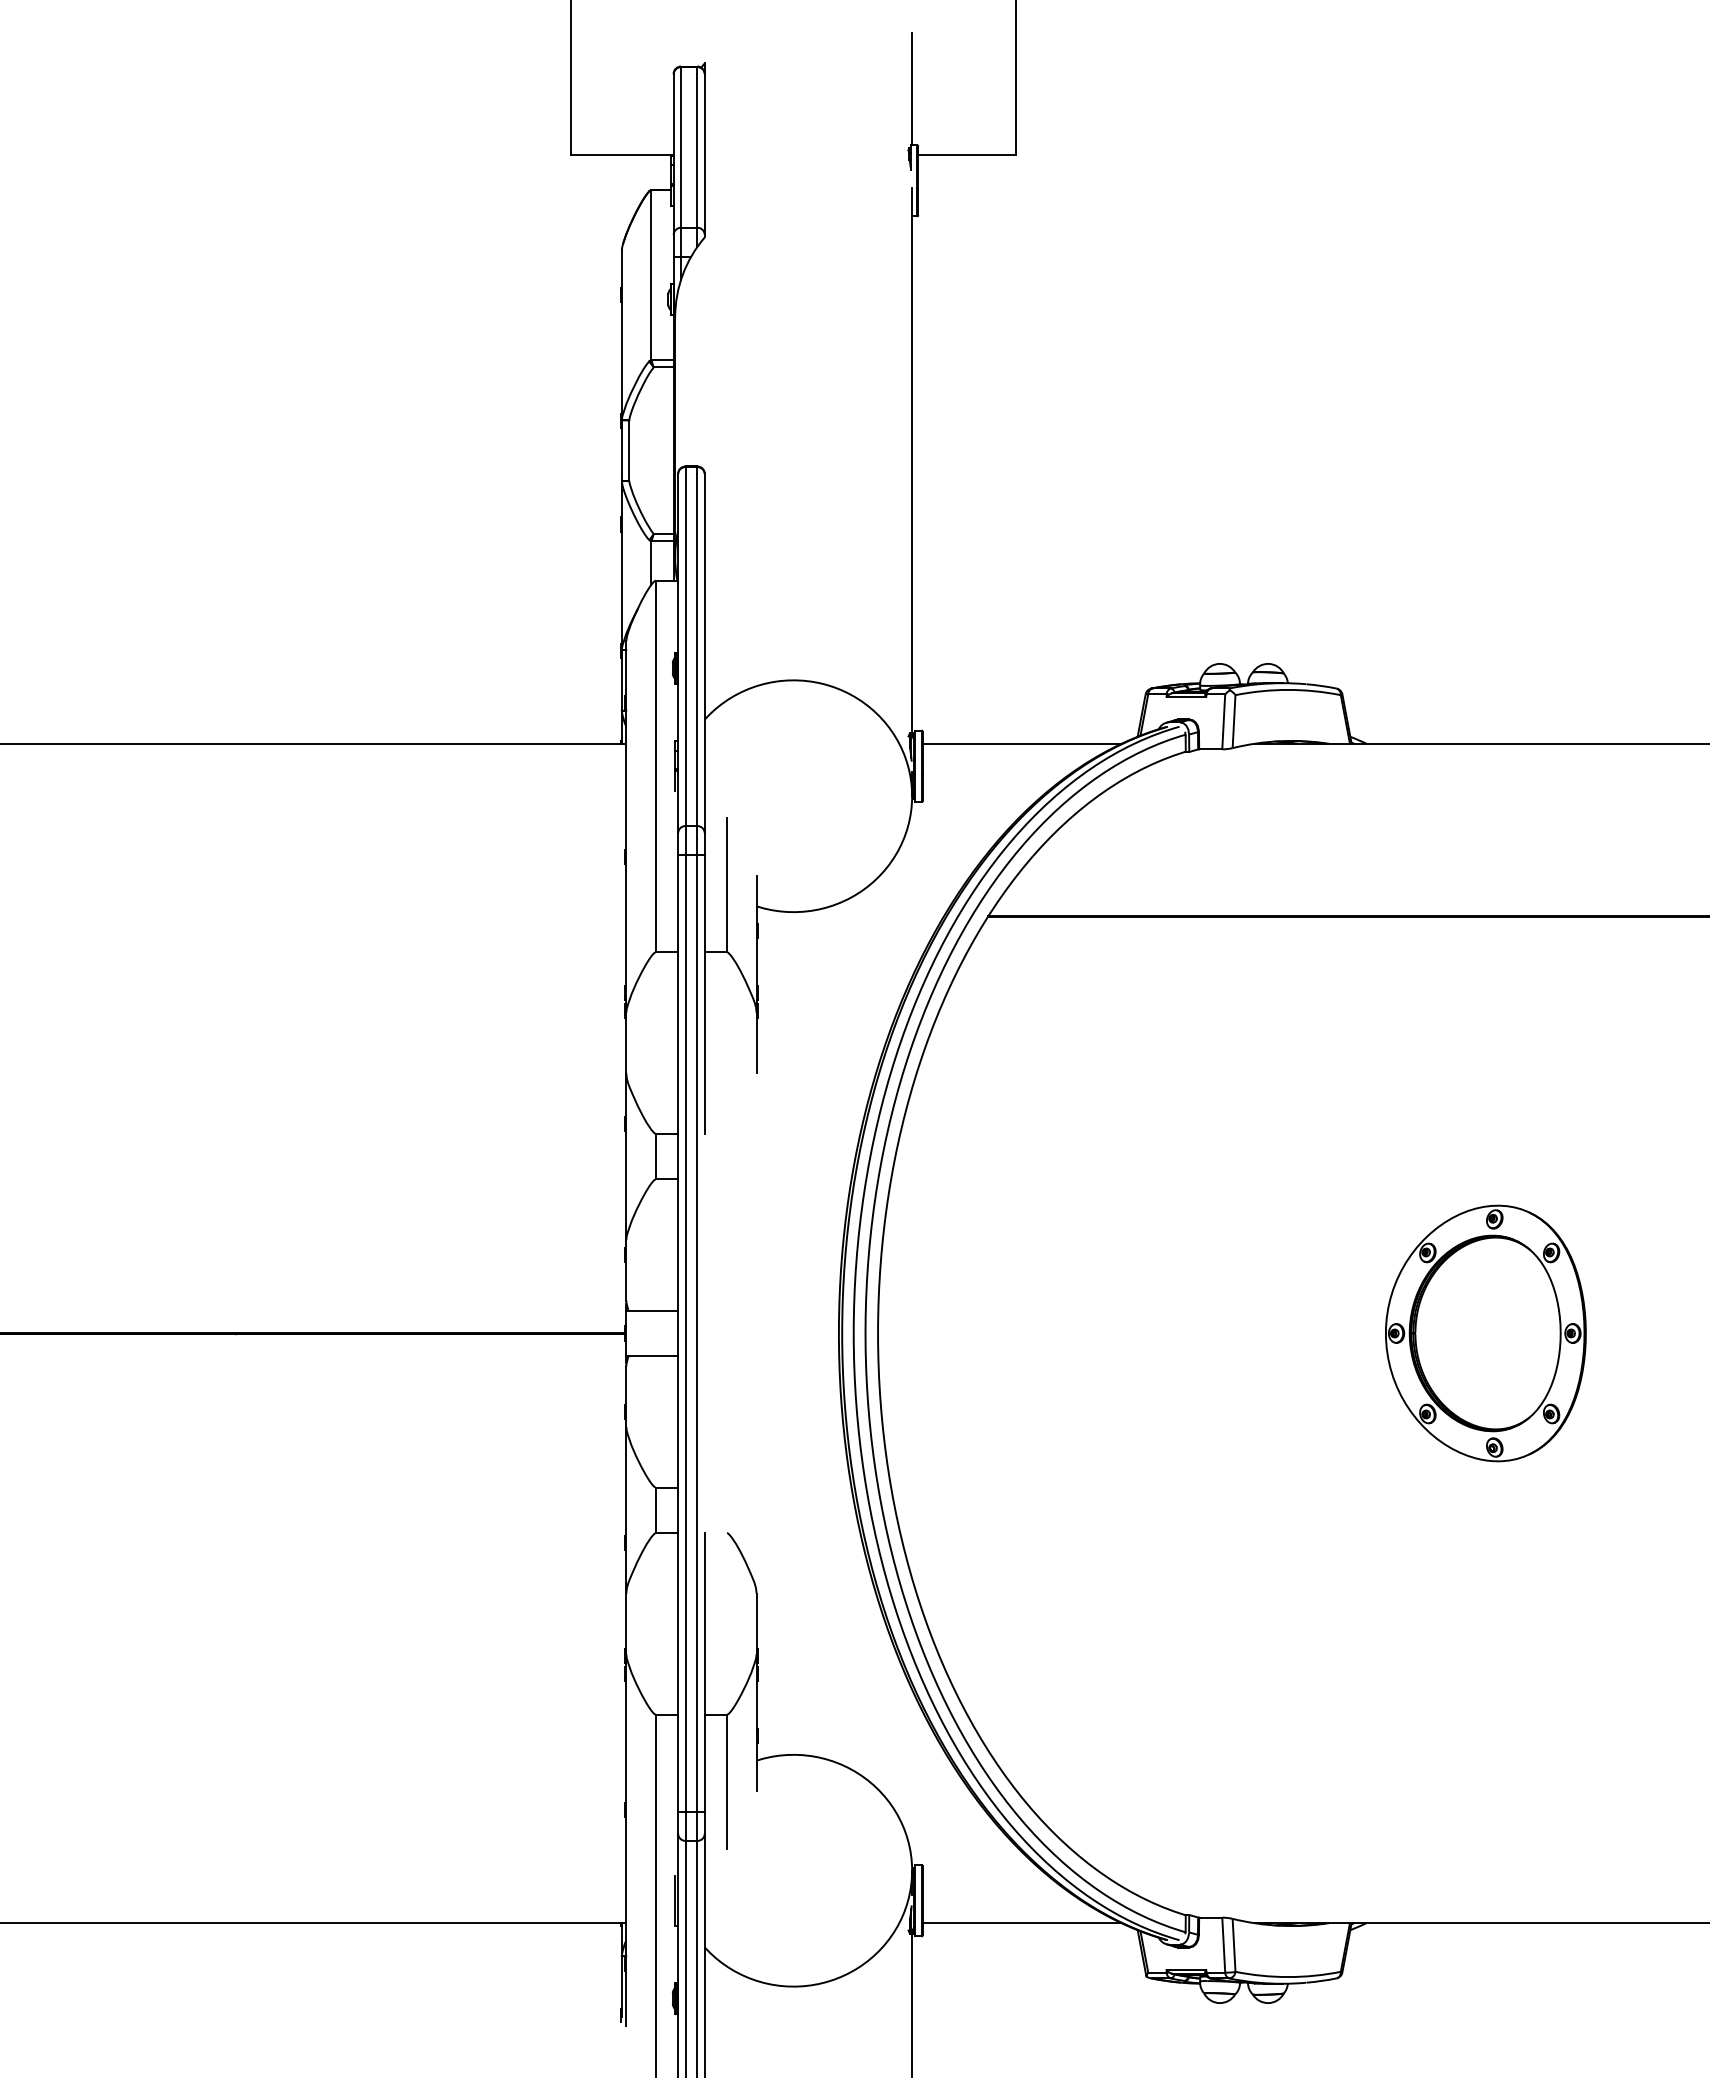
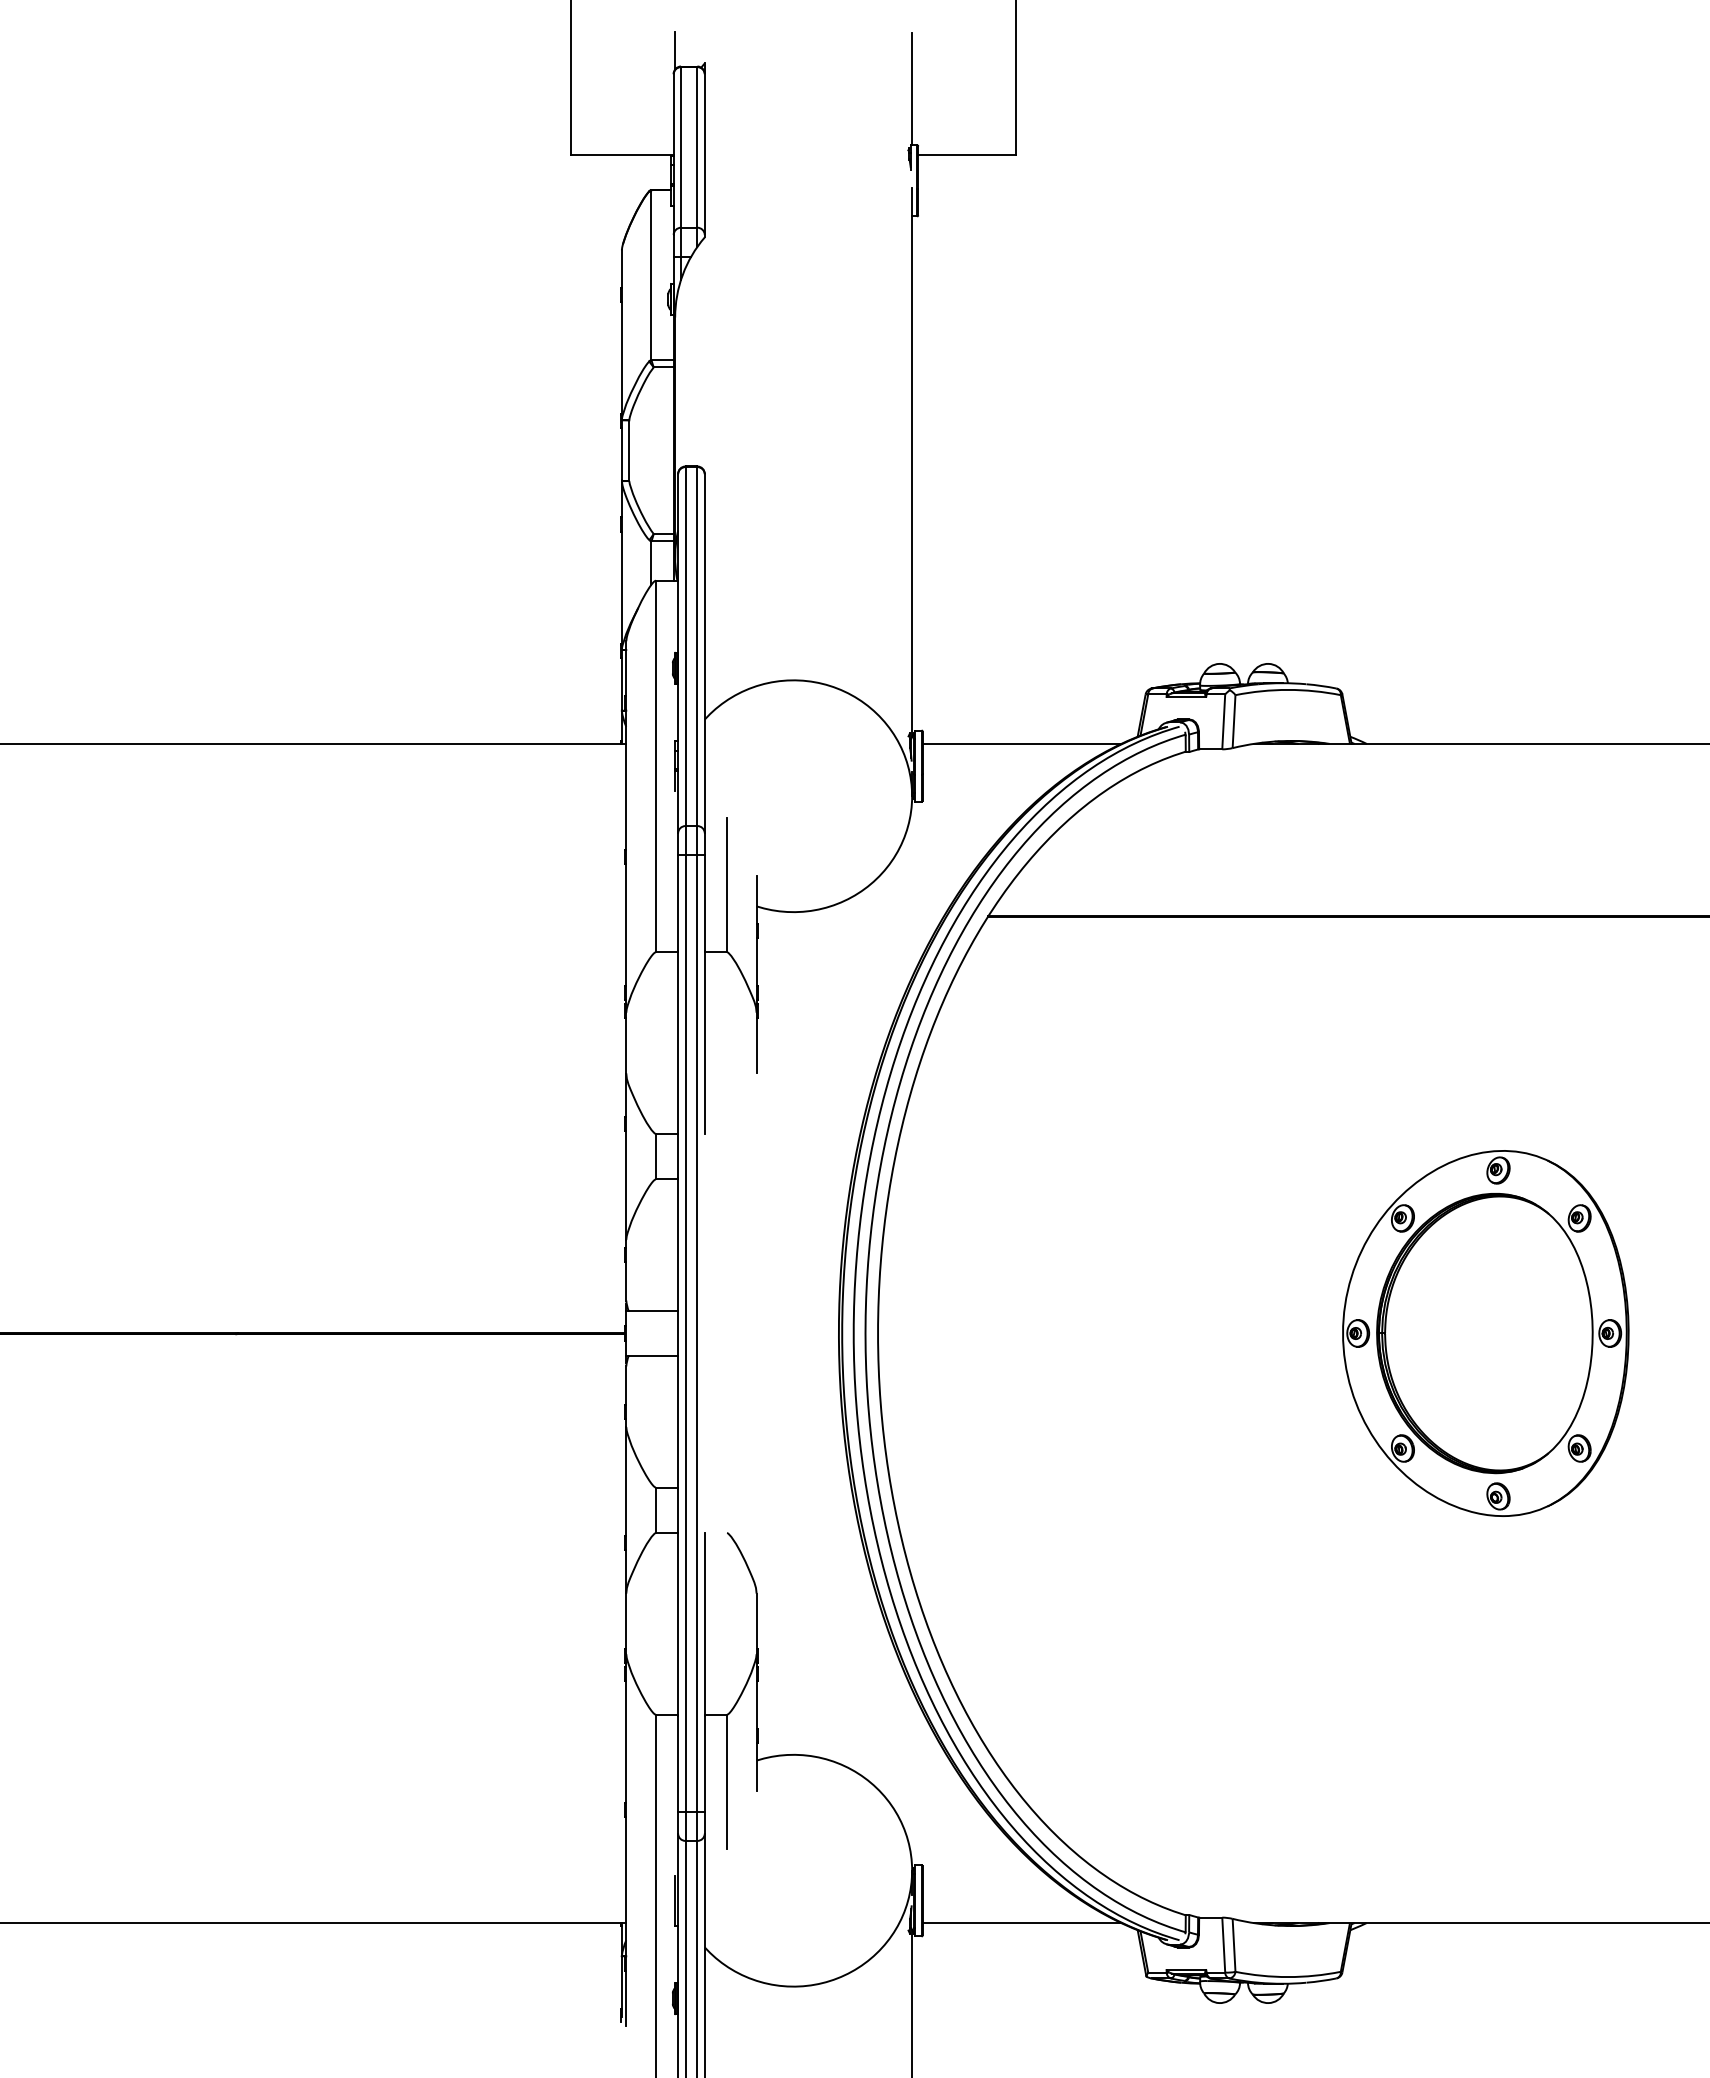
line at (675, 50): none -> present
part at (1485, 1333) size: 202x259 px -> 288x367 px
